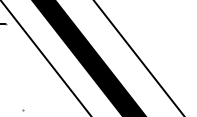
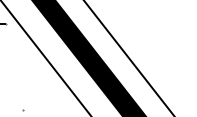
line at (138, 57) position: (138, 57) -> (128, 57)
